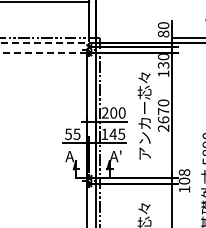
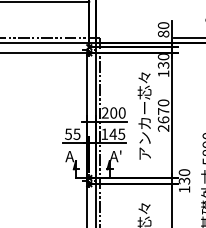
line at (48, 43): dashed -> solid
line at (43, 52): dashed -> solid
text at (184, 176): 108 -> 130
